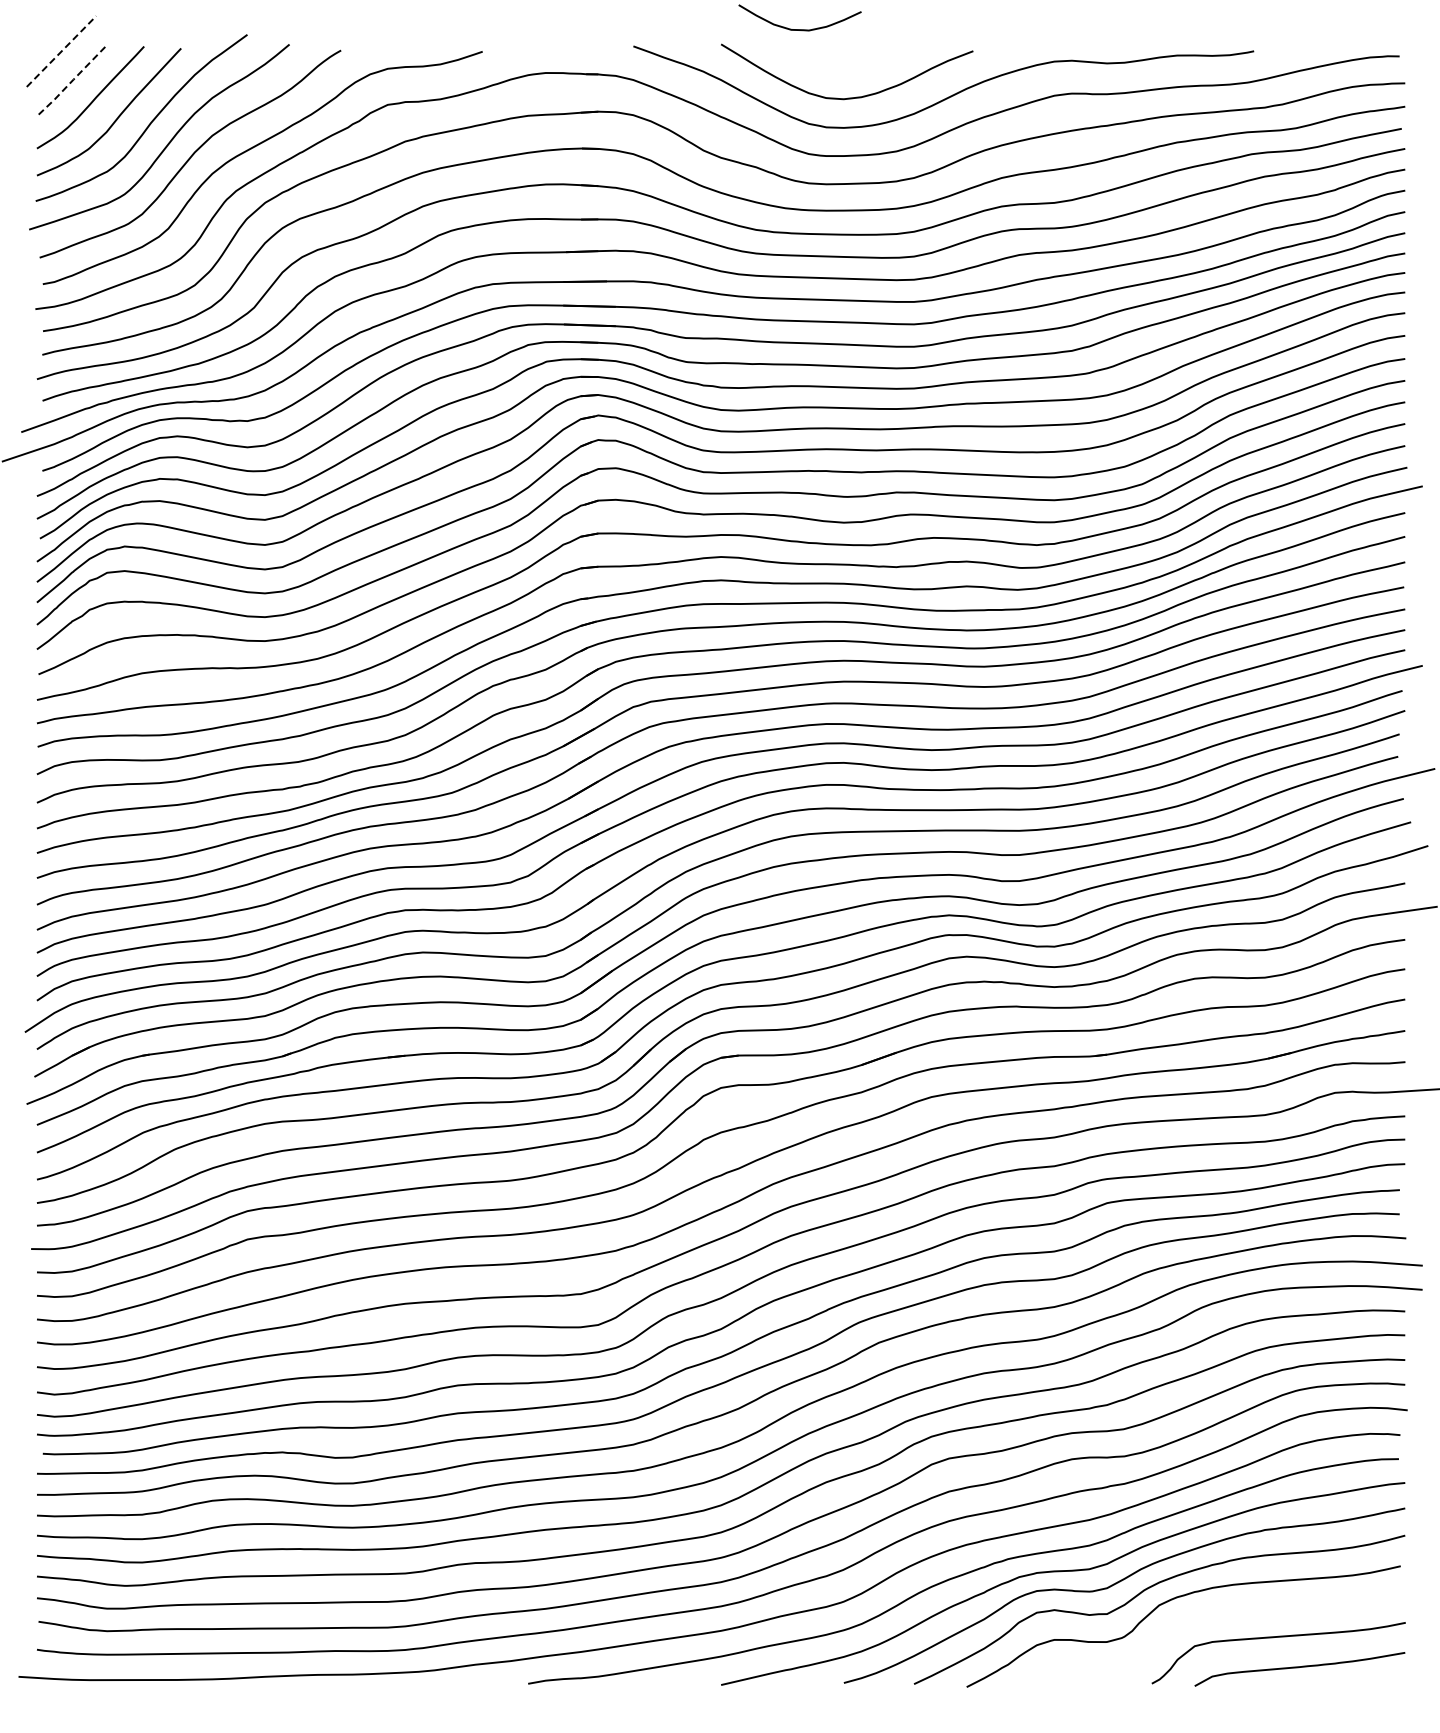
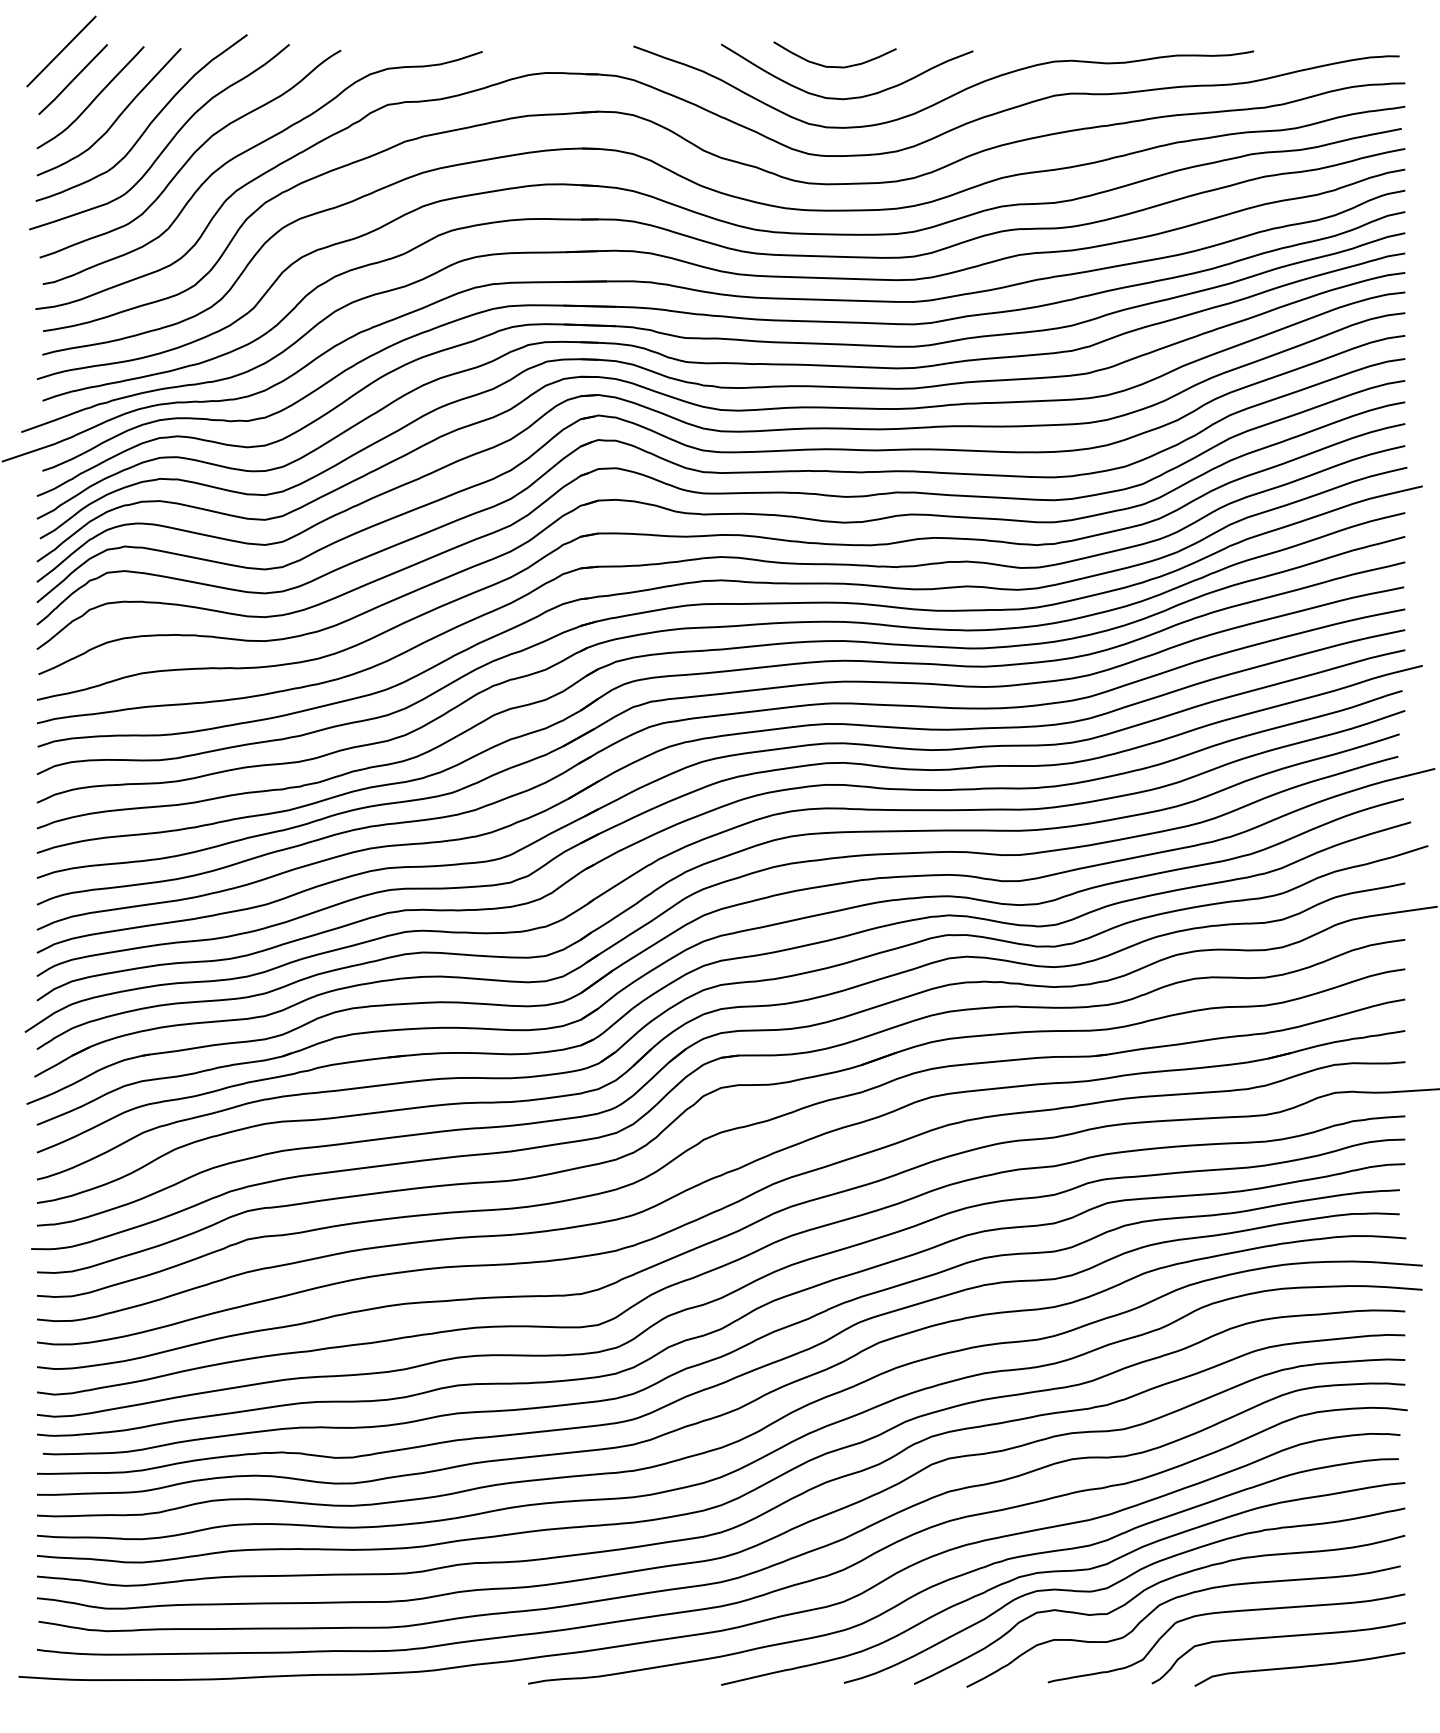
curve at (799, 29) position: (799, 29) -> (834, 66)
line at (61, 51): dashed -> solid
line at (73, 79): dashed -> solid
curve at (1223, 1613): none -> present
